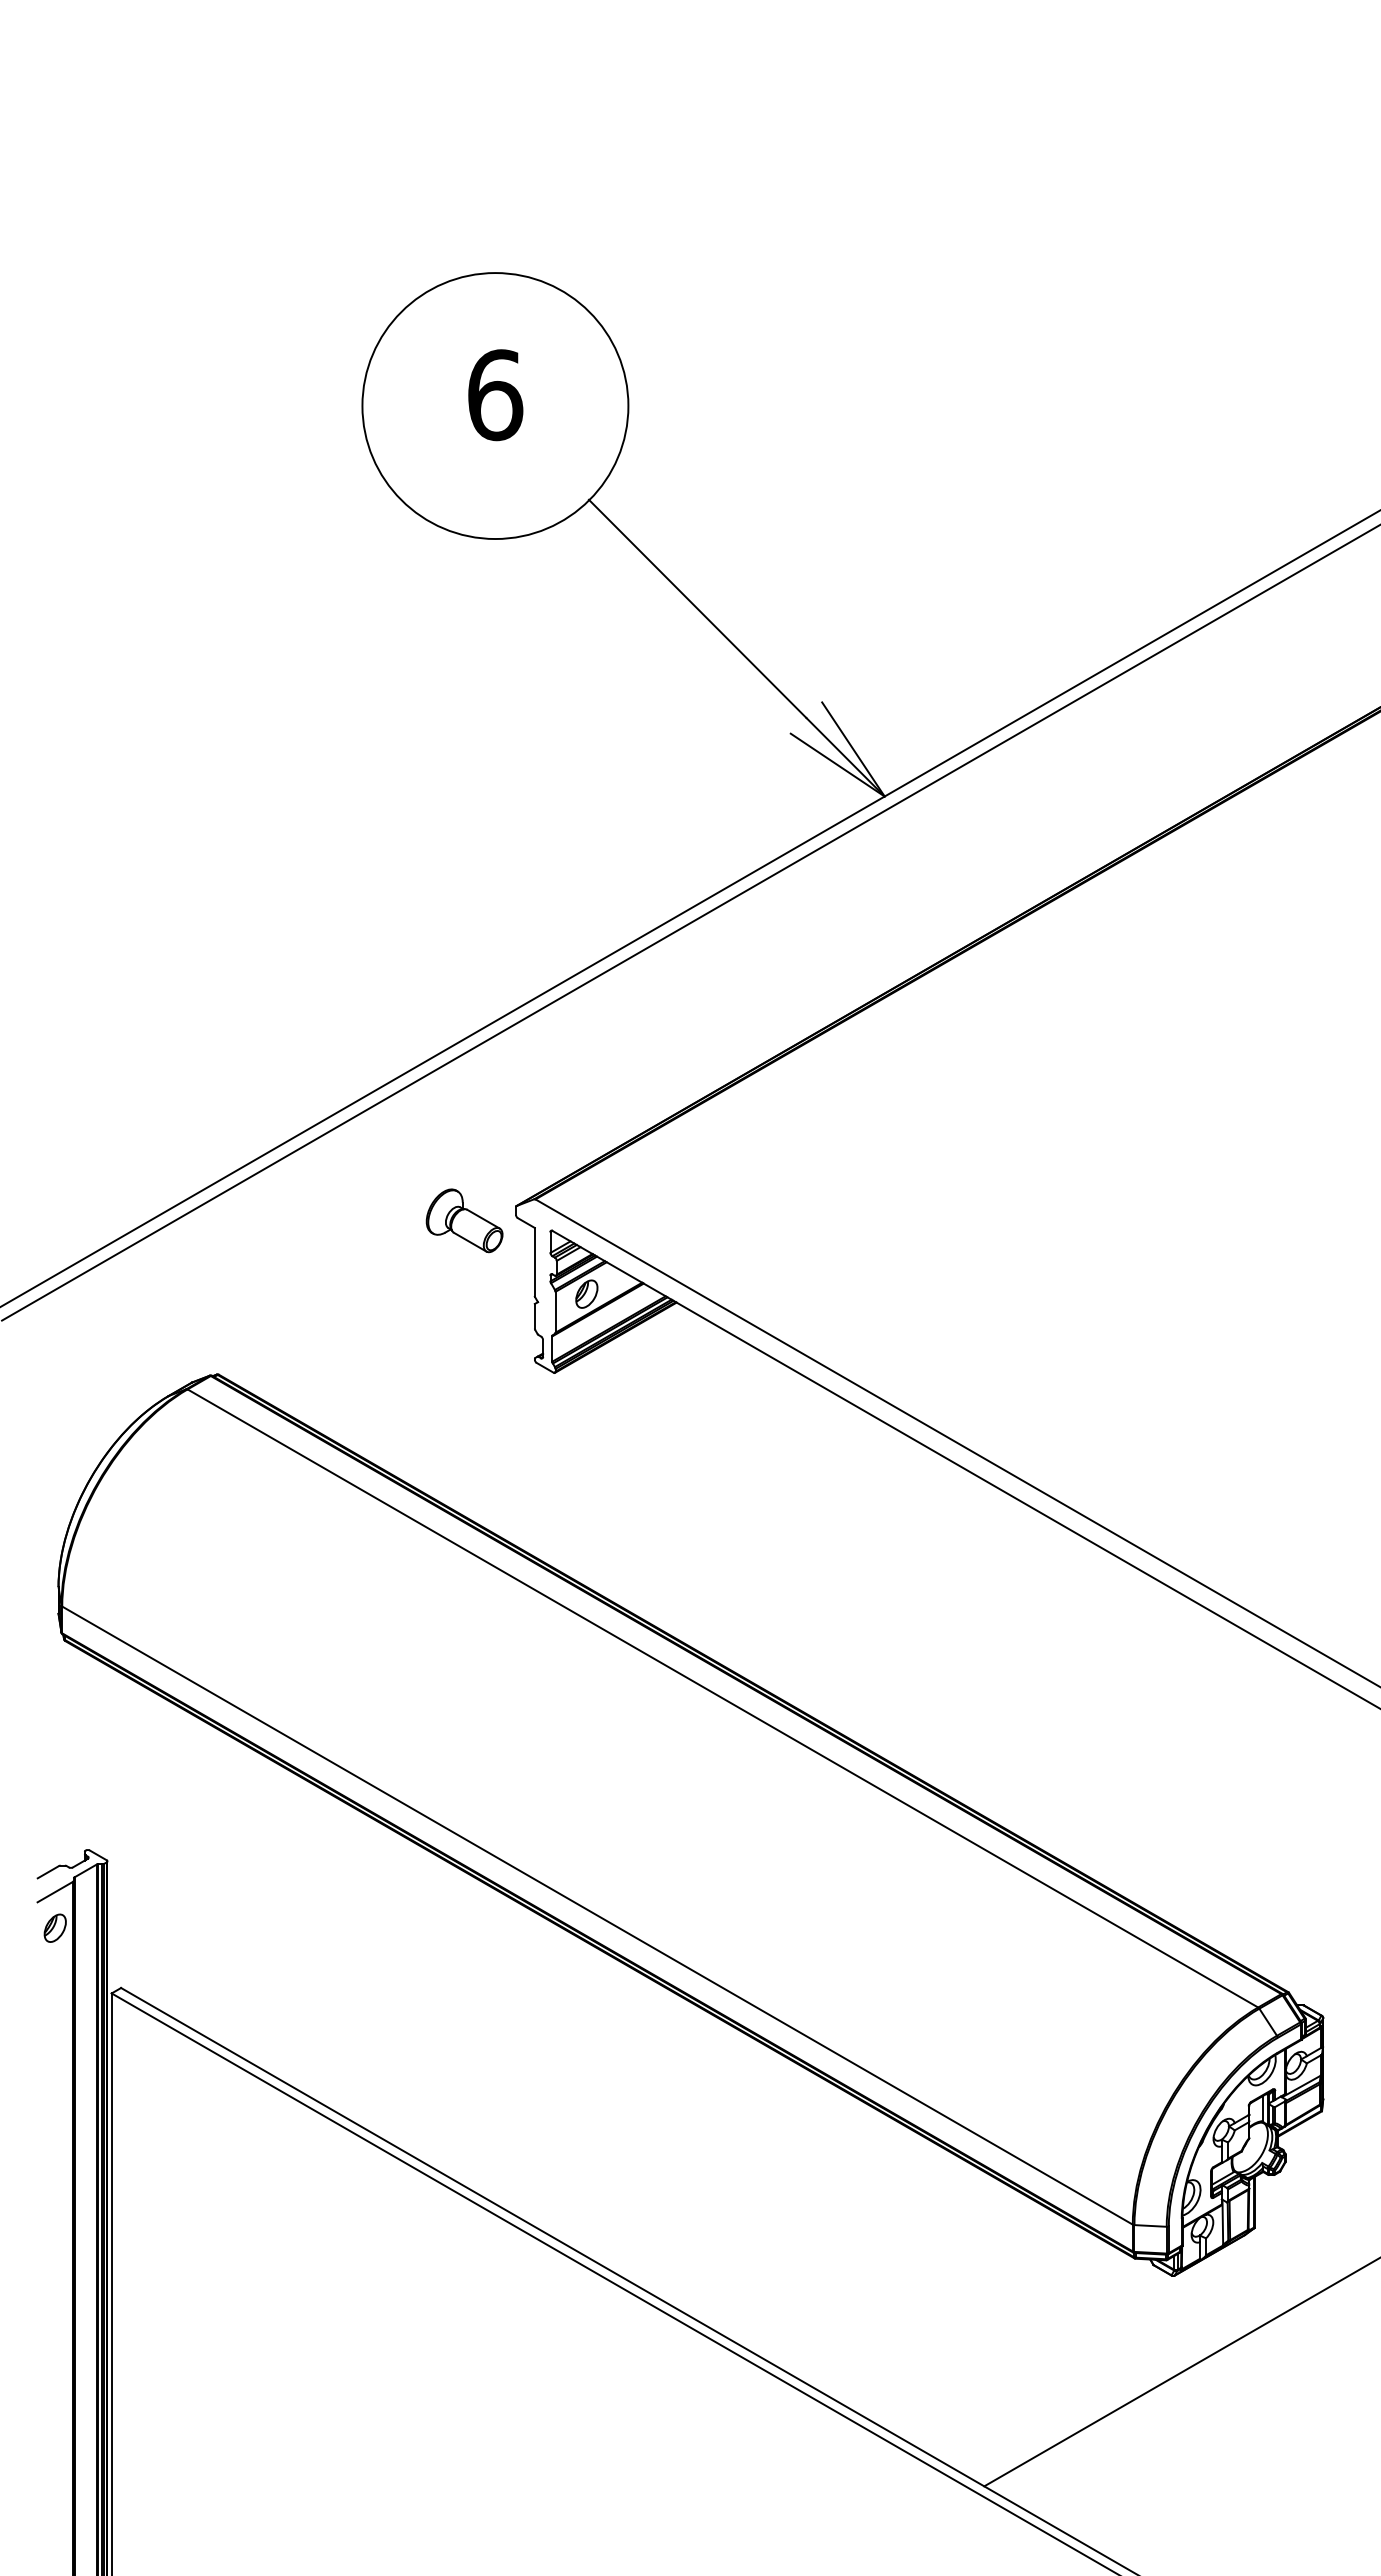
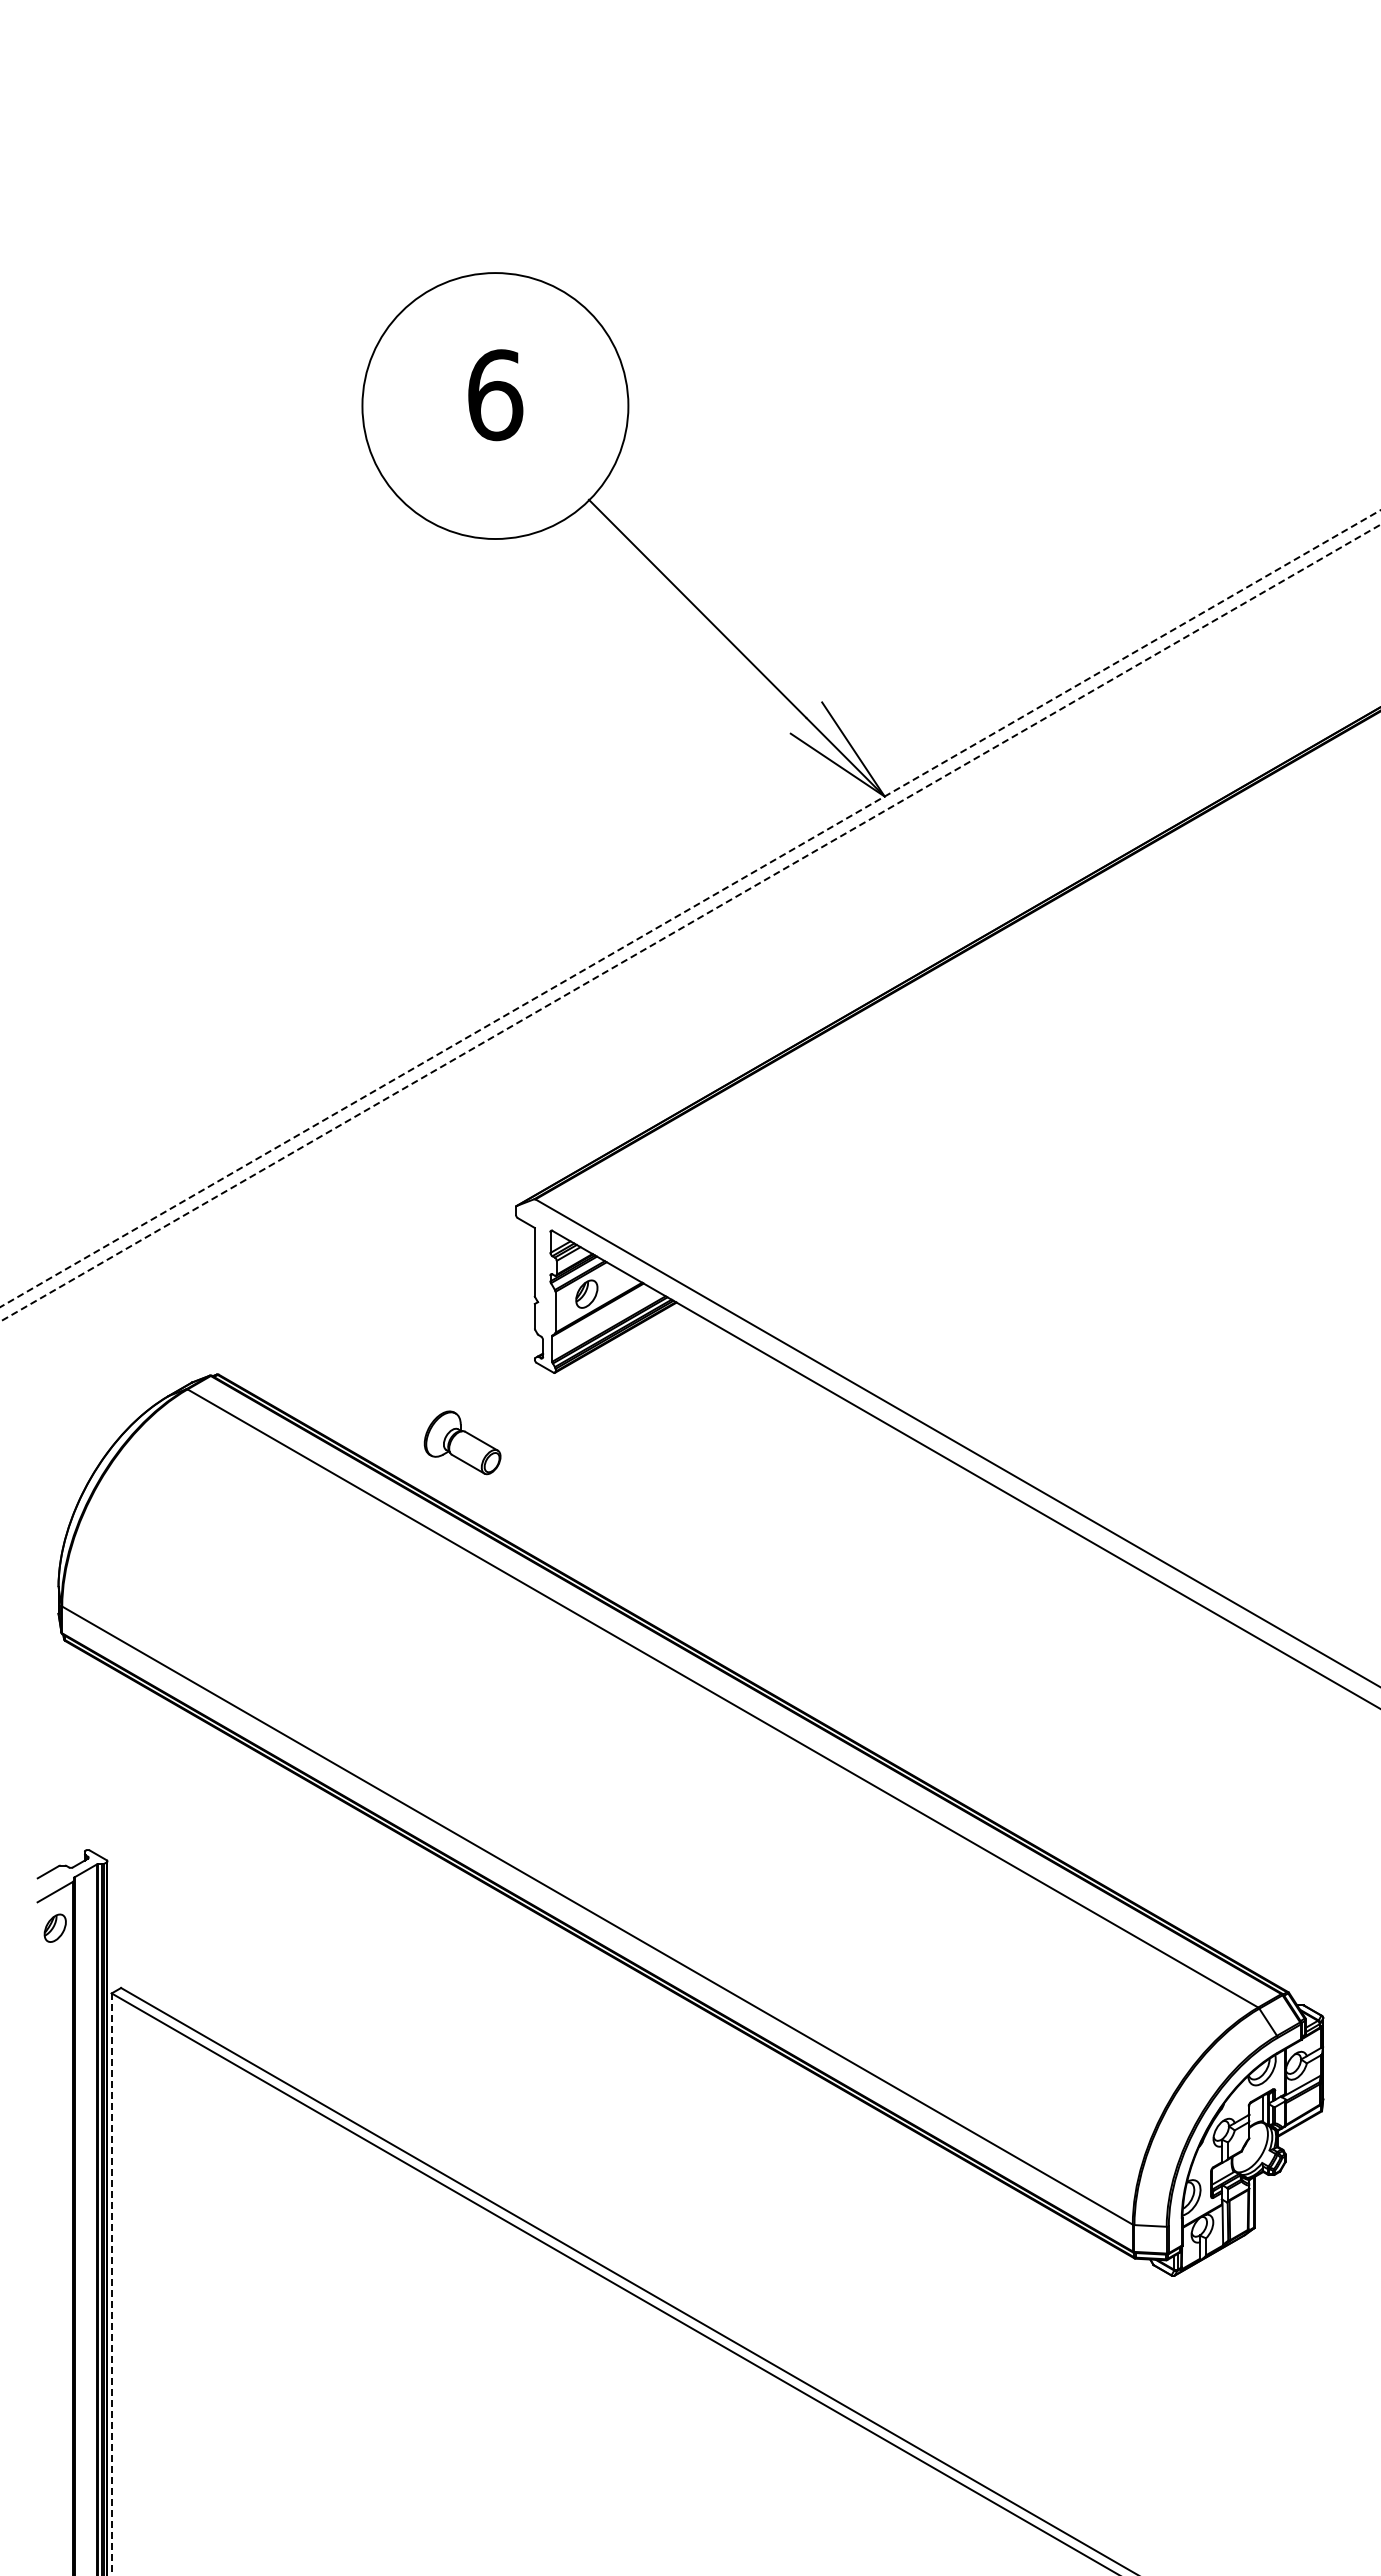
line at (690, 908): solid -> dashed
line at (691, 922): solid -> dashed
part at (464, 1220) position: (464, 1220) -> (462, 1442)
line at (111, 2284): solid -> dashed
line at (1180, 2372): present -> none
